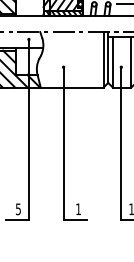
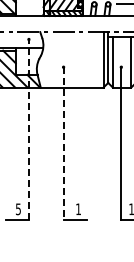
line at (28, 129): solid -> dashed
line at (63, 143): solid -> dashed
